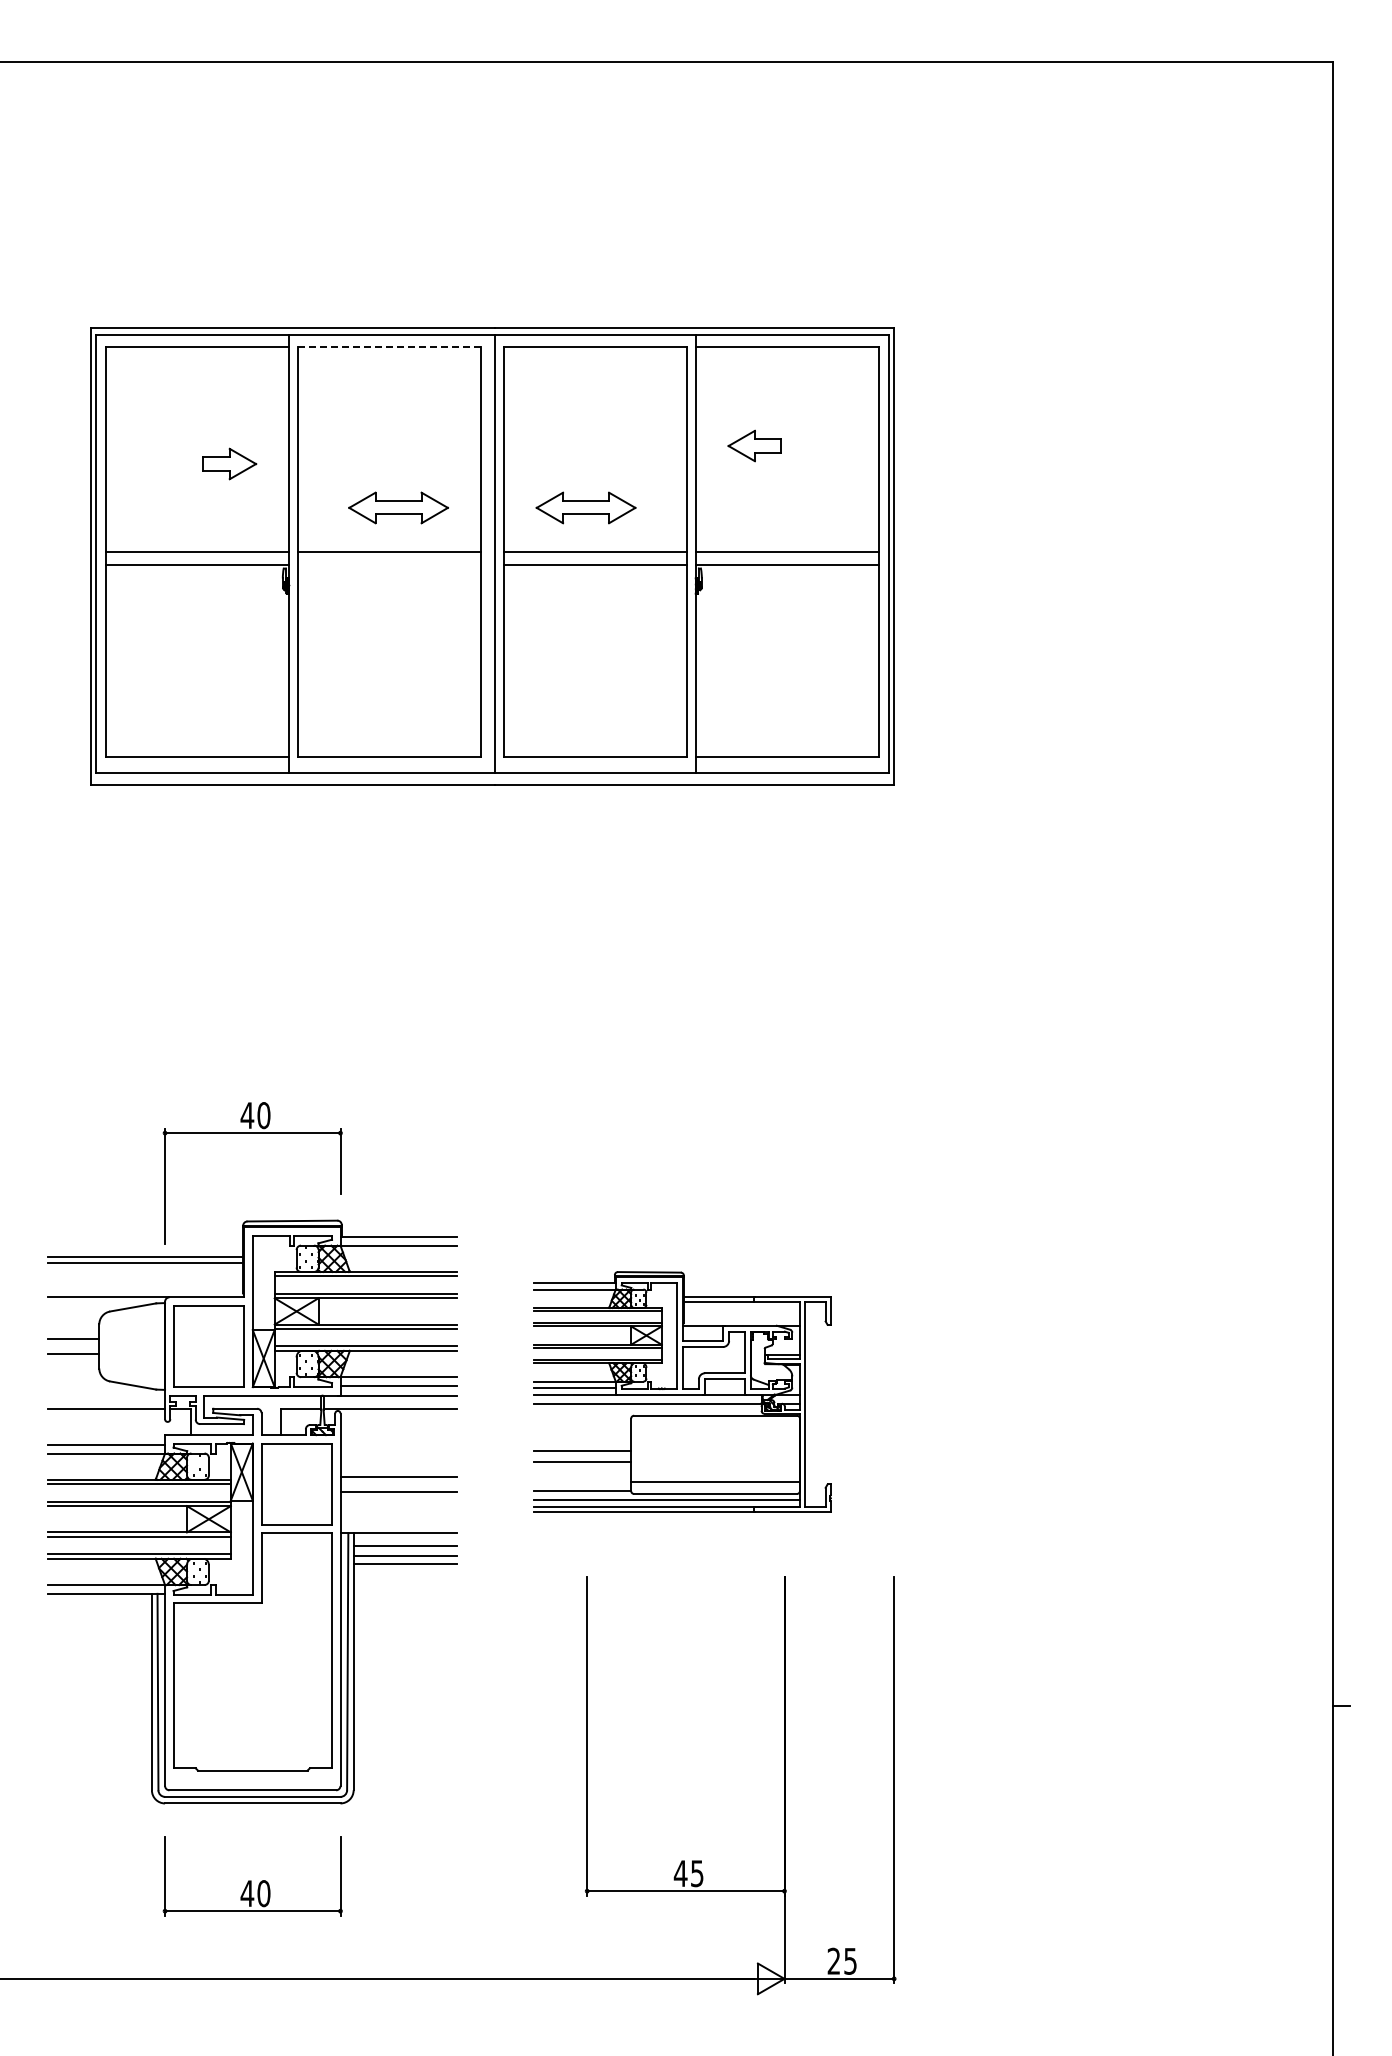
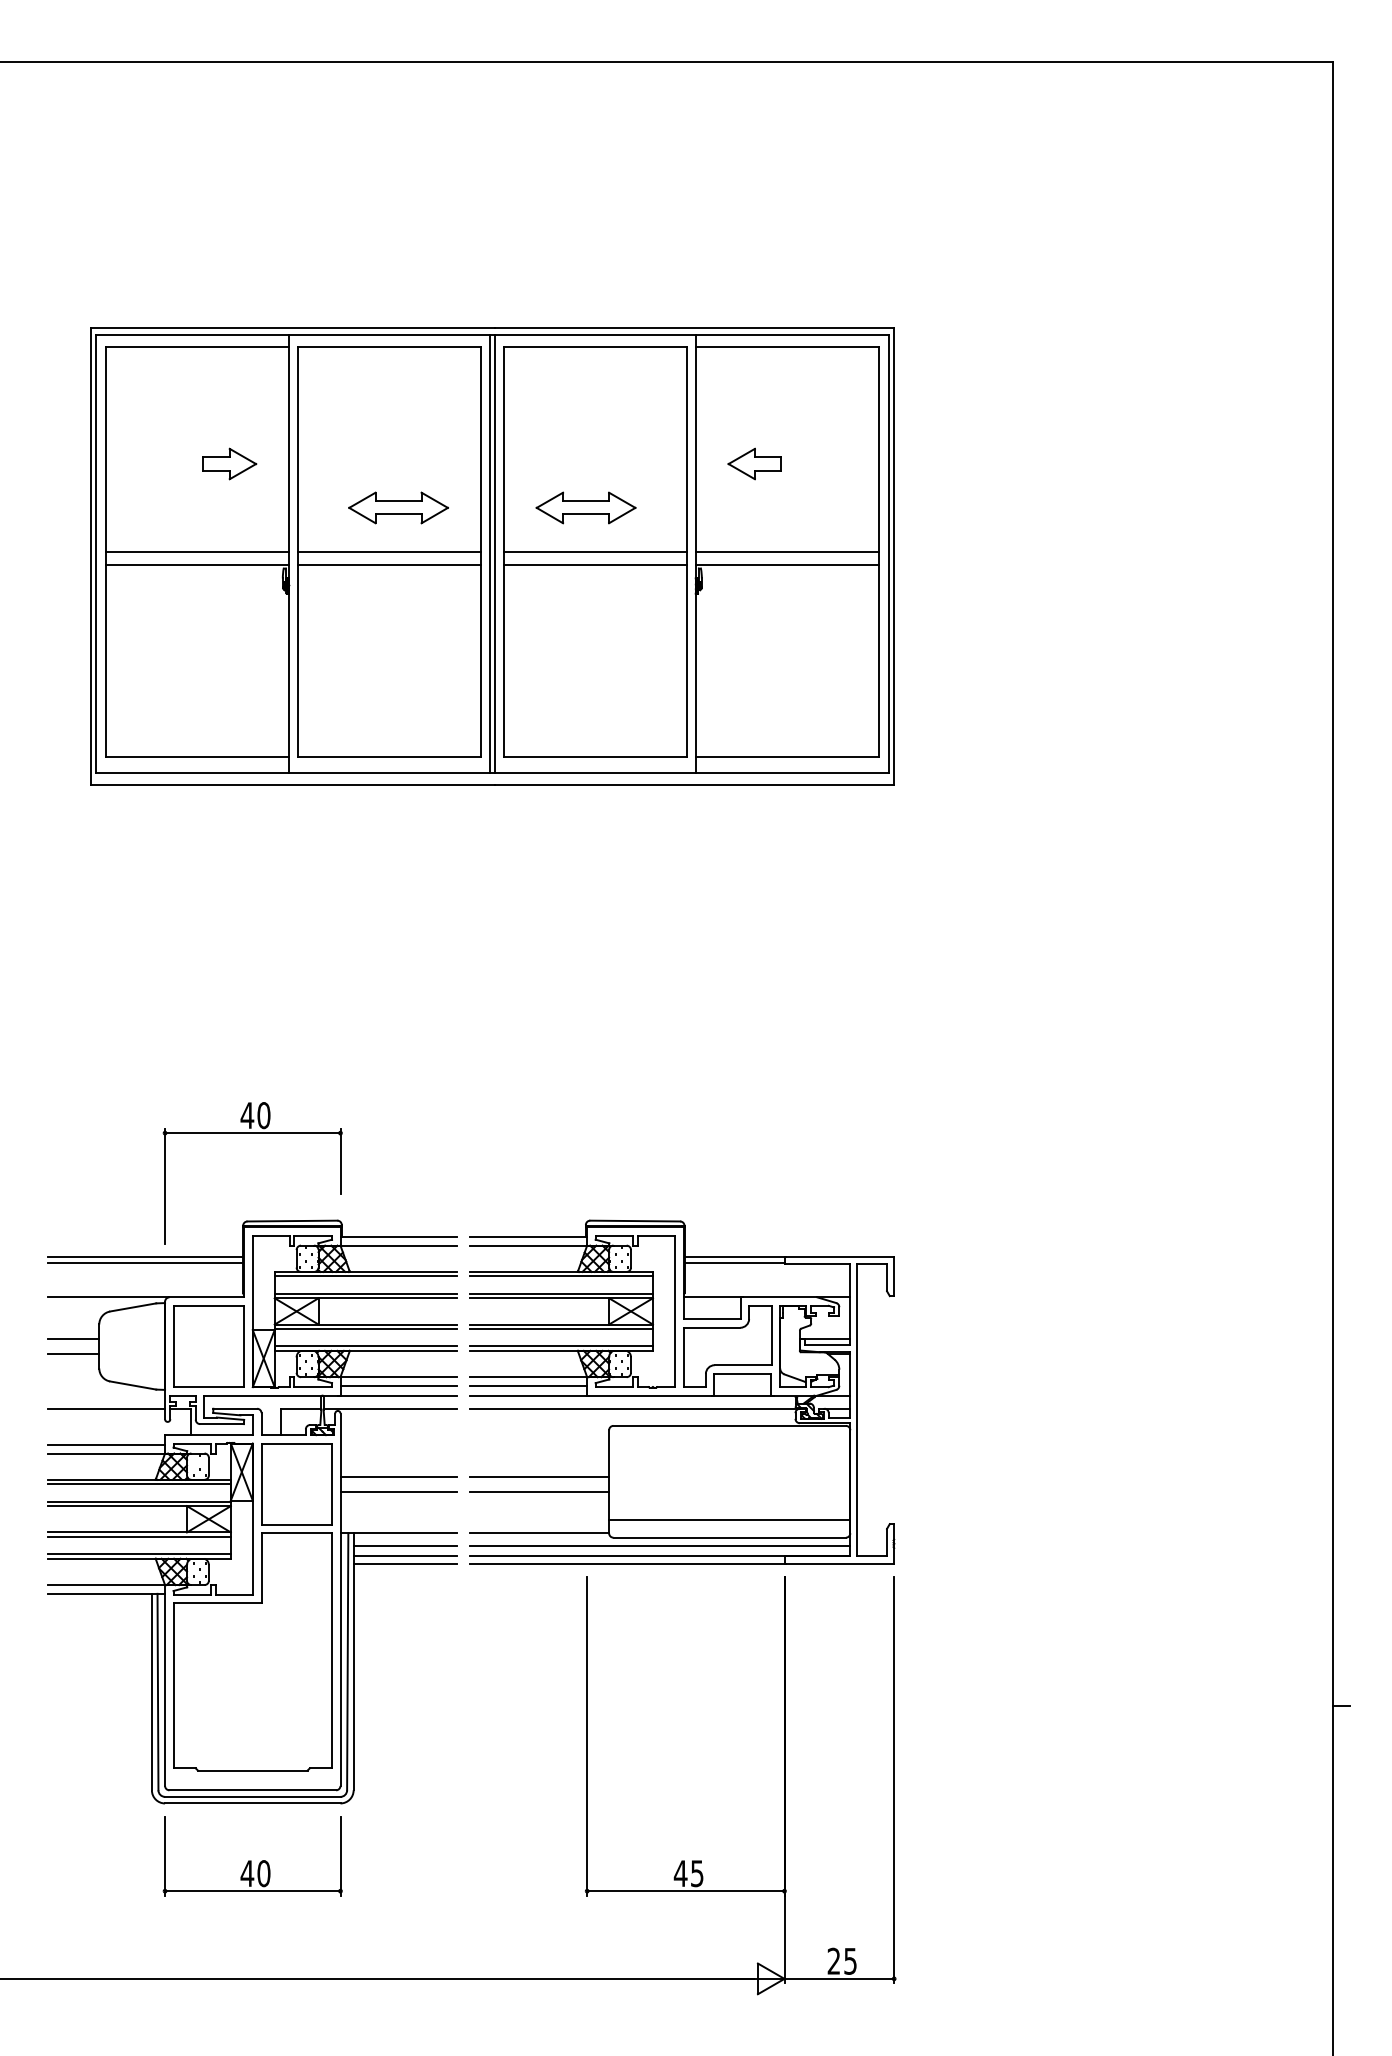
line at (389, 347): dashed -> solid
part at (754, 445) position: (754, 445) -> (754, 463)
line at (489, 553): none -> present
line at (388, 564): none -> present
part at (682, 1391) size: 299x242 px -> 427x346 px
part at (252, 1876) position: (252, 1876) -> (252, 1856)
